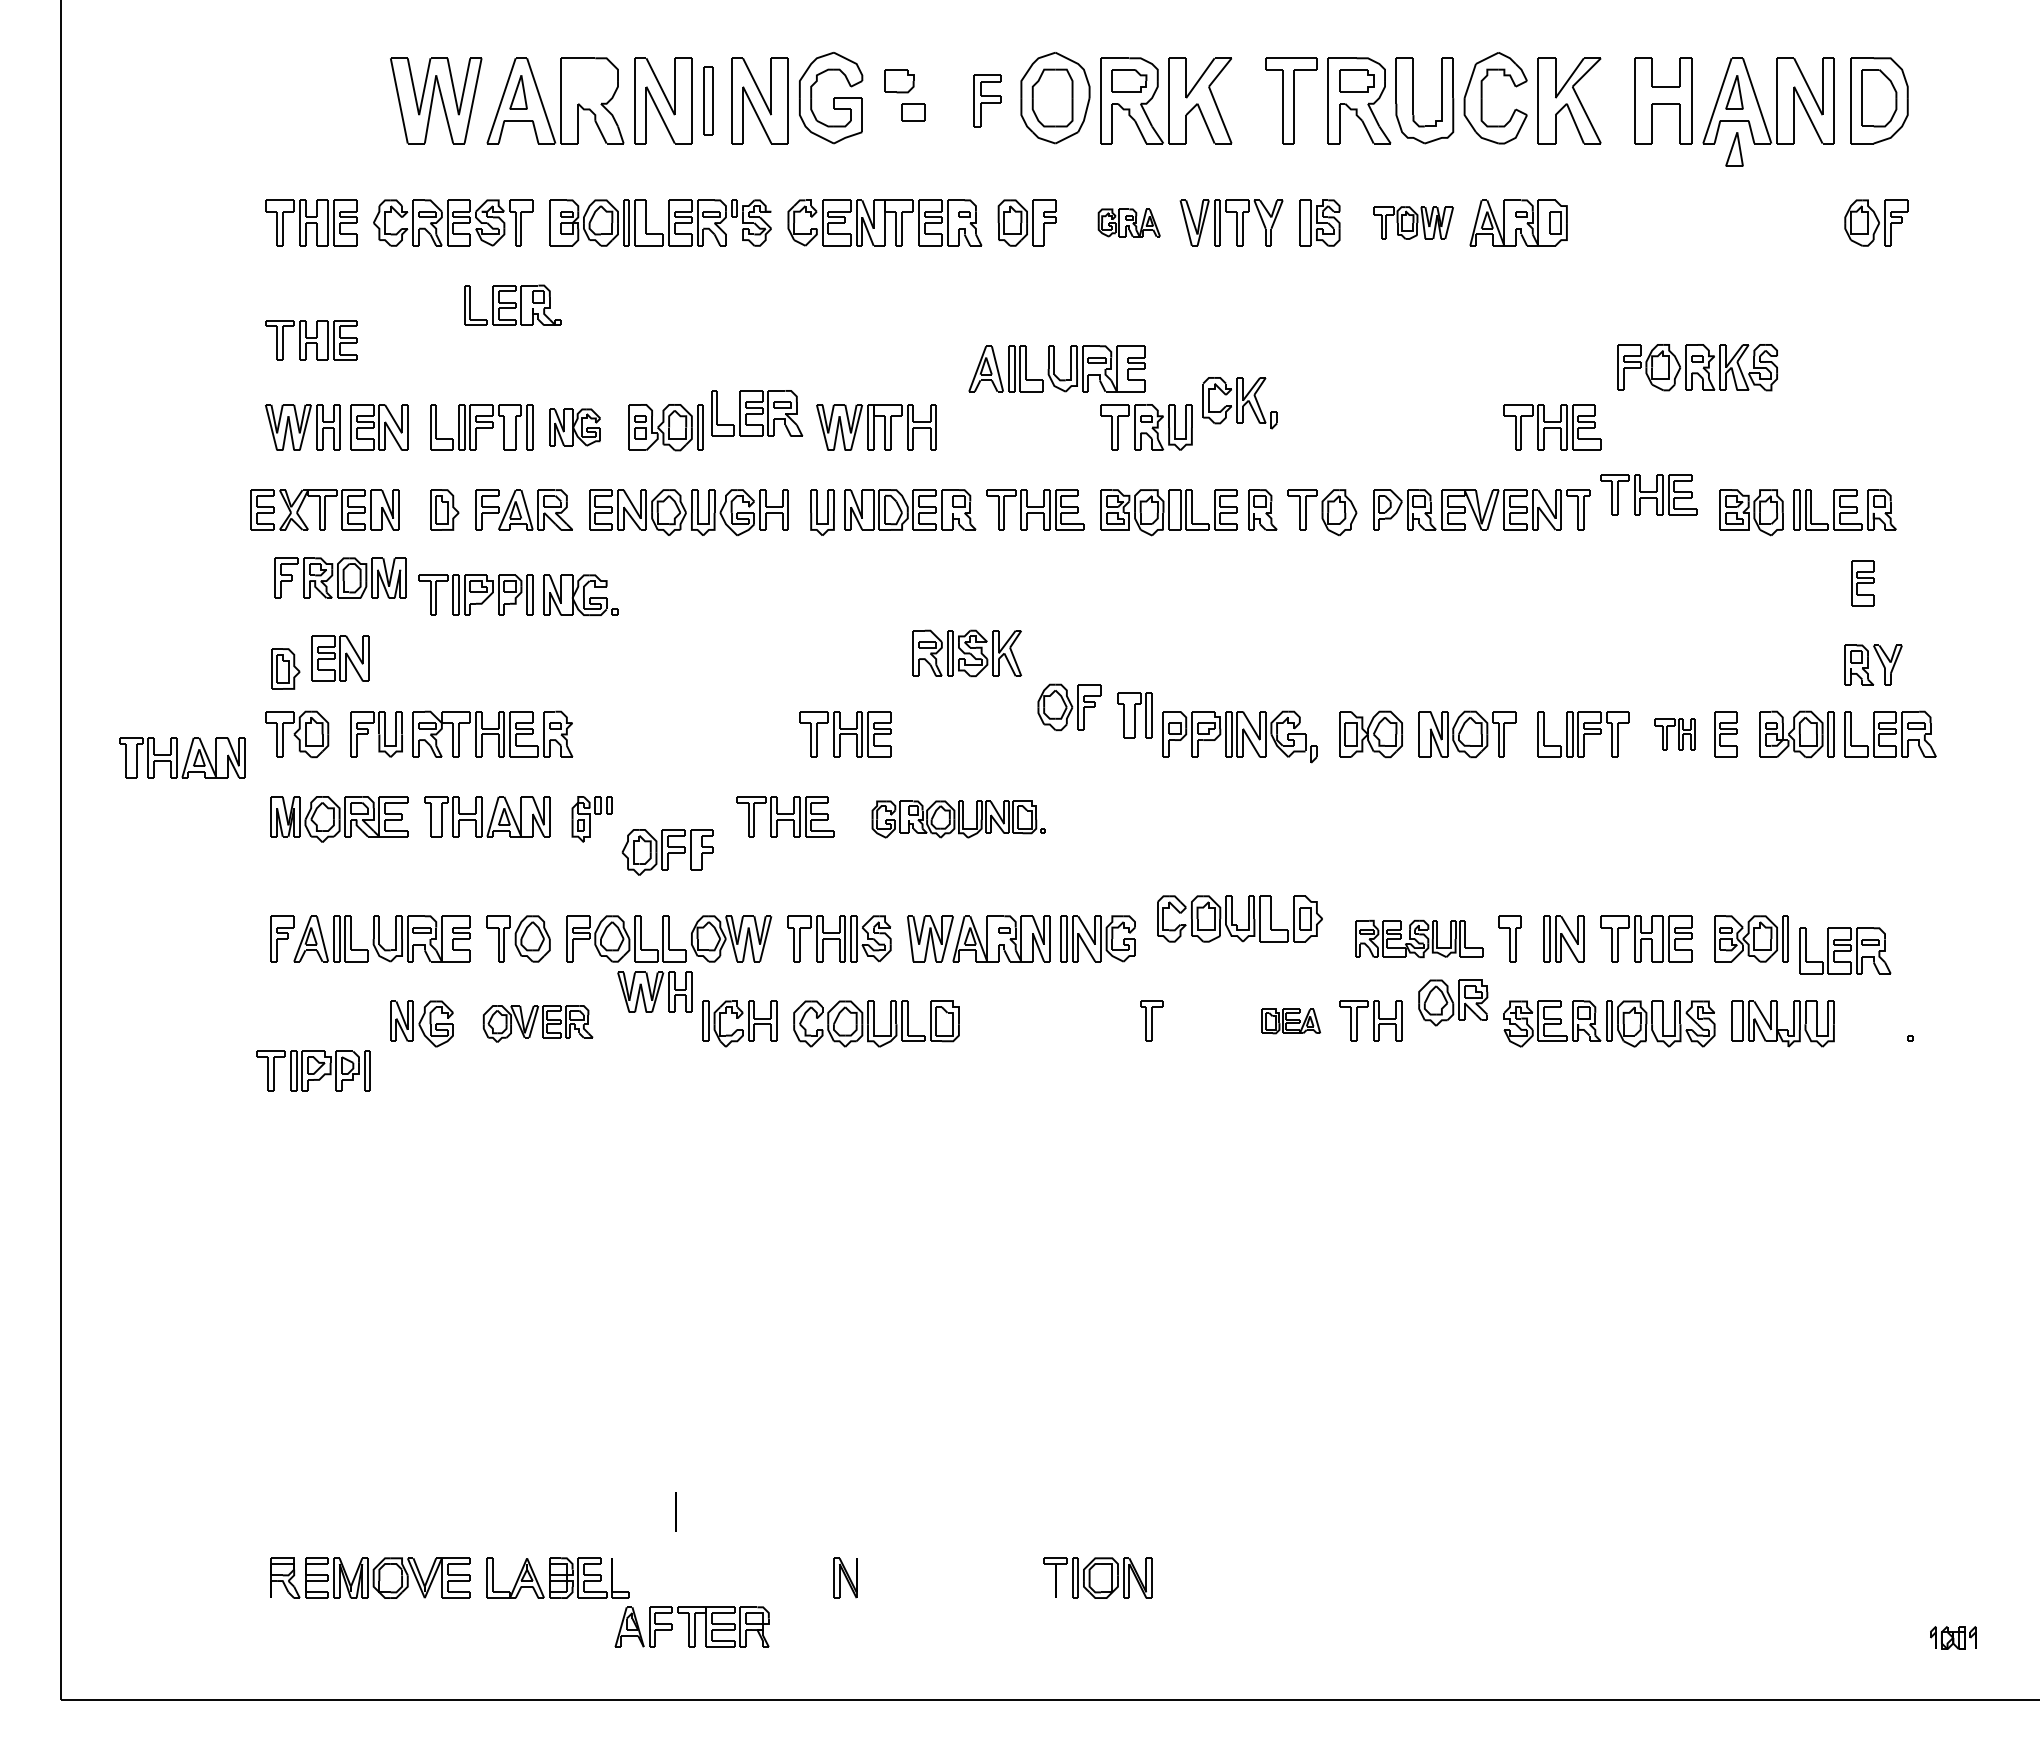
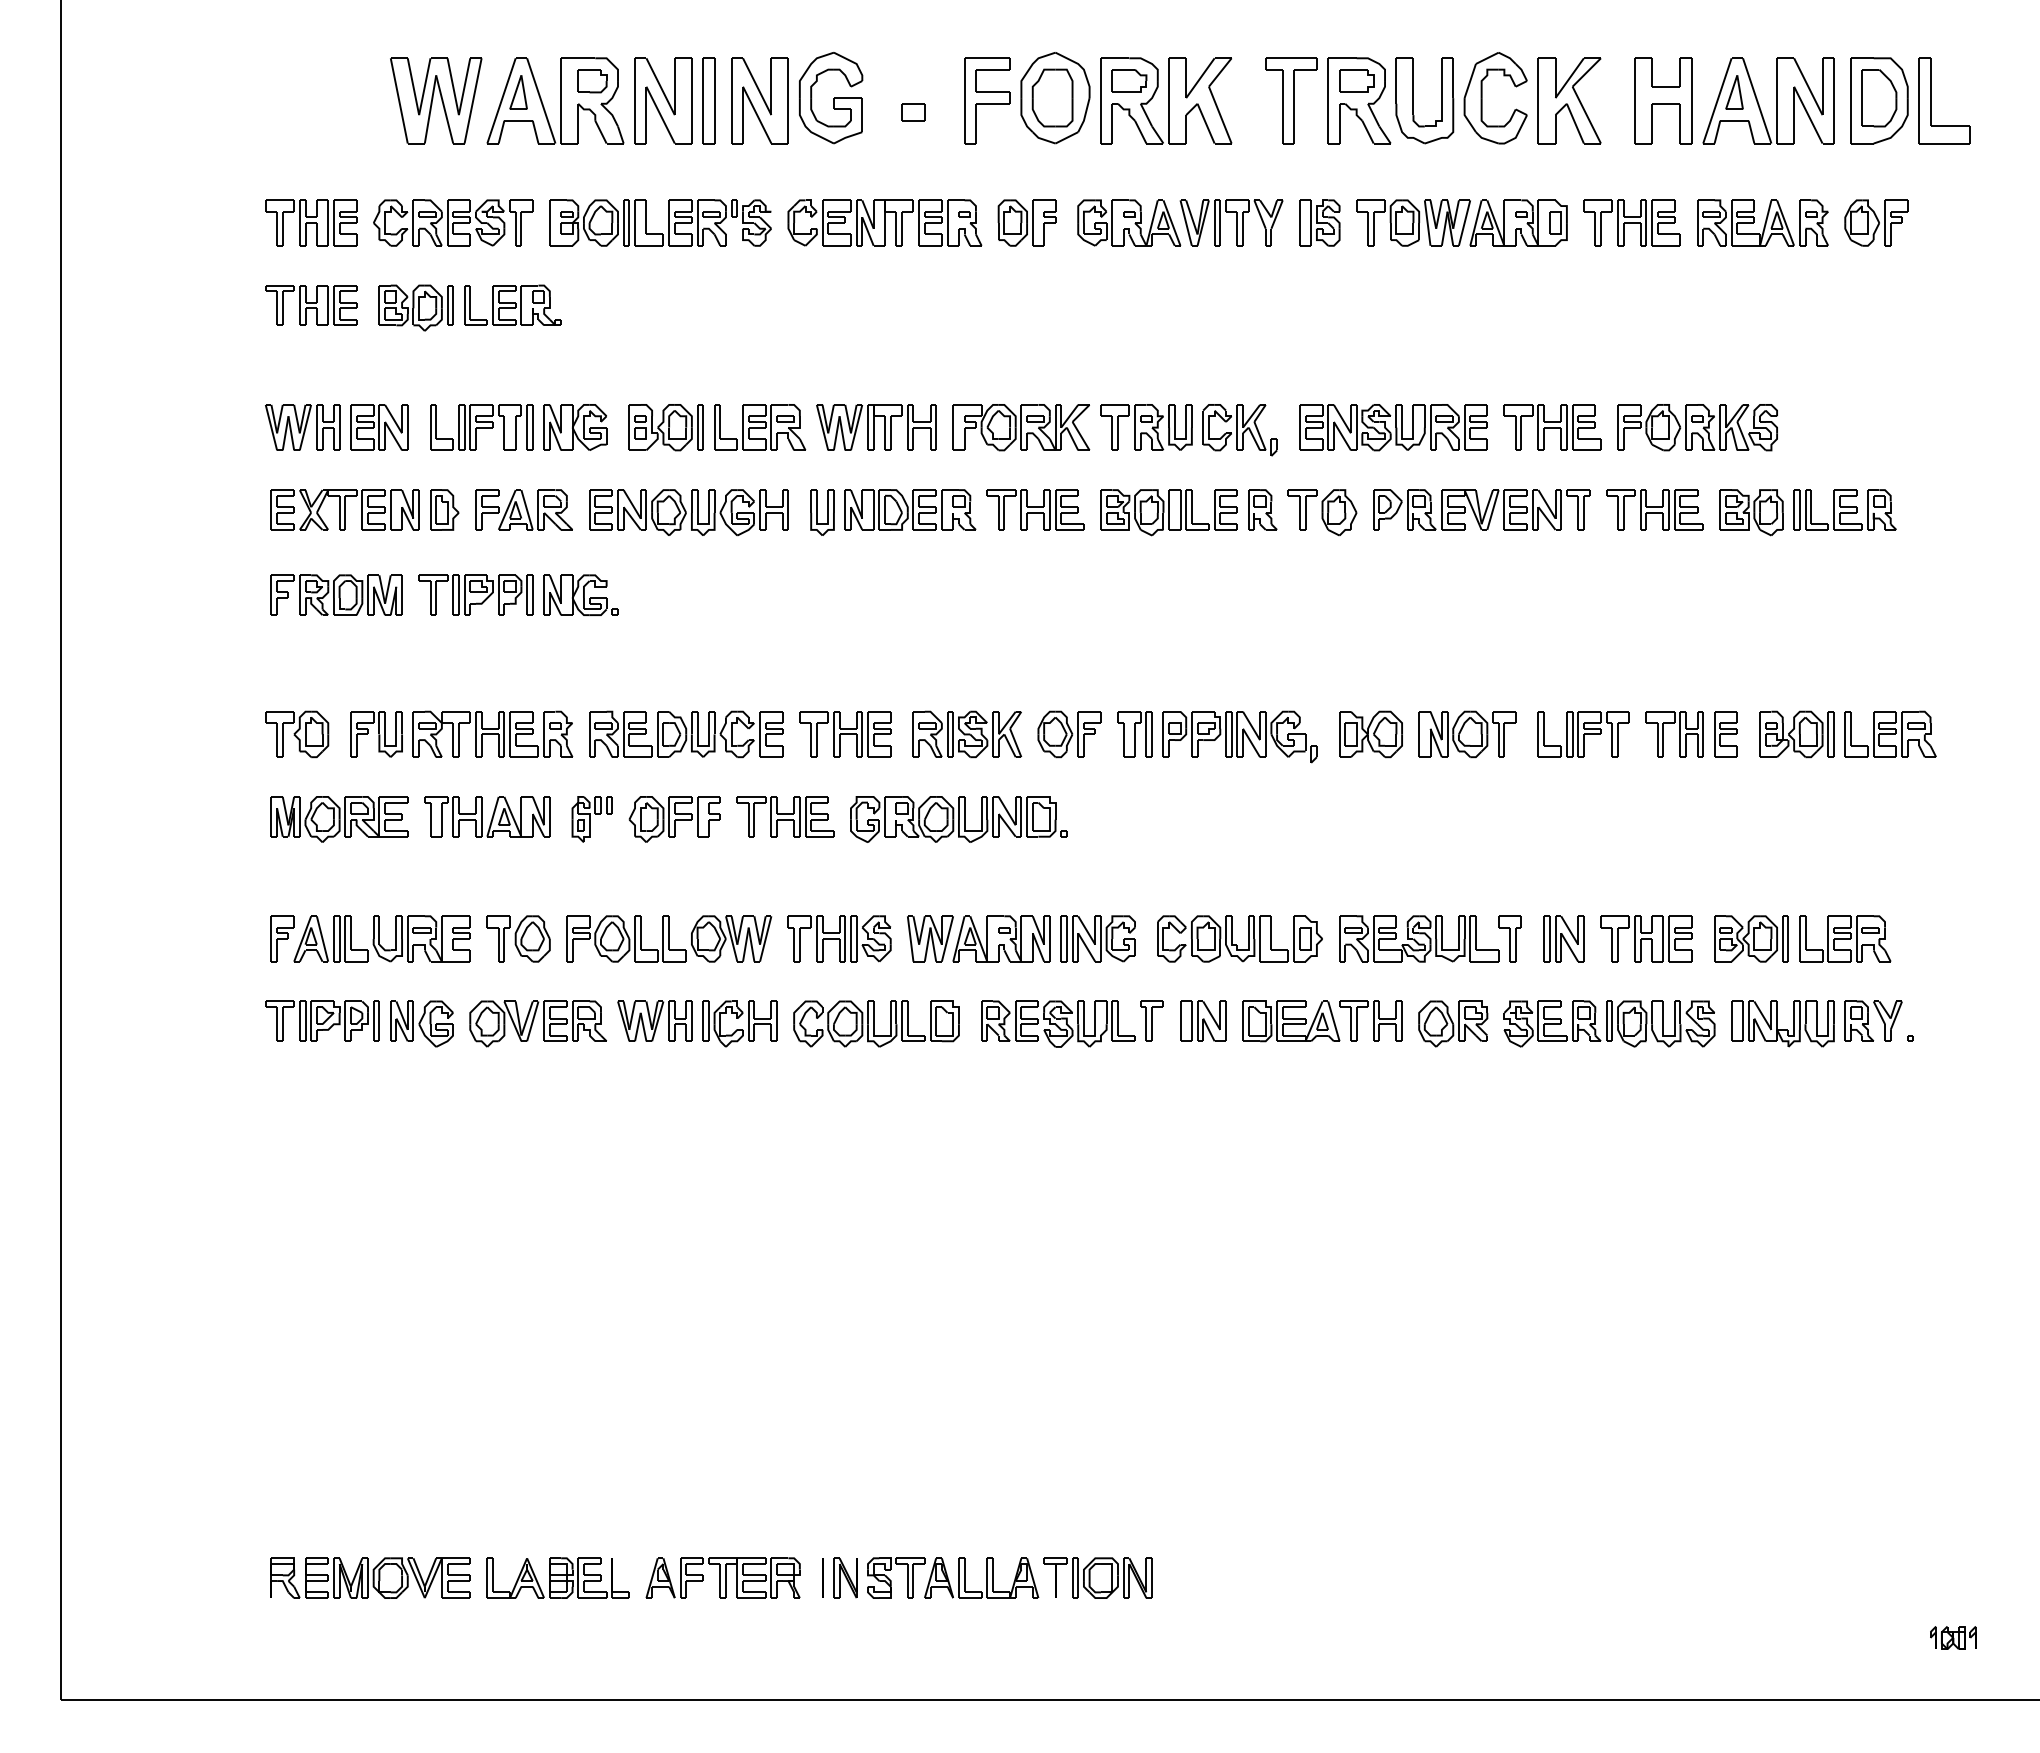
part at (899, 81) position: (899, 81) -> (592, 81)
part at (708, 100) size: 11x70 px -> 14x88 px
part at (987, 100) size: 29x54 px -> 47x88 px
part at (1931, 100): none -> present
part at (1734, 149): present -> none
part at (1128, 222) size: 64x30 px -> 105x48 px
part at (1413, 222) size: 81x34 px -> 115x48 px
part at (1631, 222): none -> present
part at (1762, 222): none -> present
part at (415, 307): none -> present
part at (311, 340) position: (311, 340) -> (311, 305)
part at (1697, 367) position: (1697, 367) -> (1697, 427)
part at (1056, 368): present -> none
part at (1239, 403) position: (1239, 403) -> (1239, 430)
part at (757, 413) position: (757, 413) -> (760, 427)
part at (574, 427) size: 52x39 px -> 65x47 px
part at (1021, 427): none -> present
part at (1393, 427): none -> present
part at (1648, 494) position: (1648, 494) -> (1654, 509)
part at (324, 509) position: (324, 509) -> (344, 509)
part at (340, 577) position: (340, 577) -> (336, 594)
part at (1862, 583): present -> none
part at (967, 653) position: (967, 653) -> (967, 734)
part at (340, 658): present -> none
part at (1873, 664) position: (1873, 664) -> (1873, 1020)
part at (285, 668): present -> none
part at (1069, 707) position: (1069, 707) -> (1069, 734)
part at (1134, 715) position: (1134, 715) -> (1134, 734)
part at (686, 734): none -> present
part at (1674, 734) size: 42x33 px -> 59x47 px
part at (182, 757): present -> none
part at (958, 819) size: 175x39 px -> 218x47 px
part at (667, 852) position: (667, 852) -> (674, 819)
part at (1236, 924) position: (1236, 924) -> (1236, 944)
part at (1419, 938) size: 129x40 px -> 161x48 px
part at (1845, 950) position: (1845, 950) -> (1845, 938)
part at (654, 991) position: (654, 991) -> (654, 1020)
part at (1453, 1002) position: (1453, 1002) -> (1453, 1023)
part at (1203, 1020): none -> present
part at (1290, 1021) size: 60x27 px -> 99x43 px
part at (537, 1023) size: 112x38 px -> 138x48 px
part at (1058, 1023): none -> present
part at (313, 1070) position: (313, 1070) -> (322, 1020)
line at (675, 1511) position: (675, 1511) -> (822, 1577)
part at (953, 1577): none -> present
part at (691, 1626) position: (691, 1626) -> (722, 1577)
